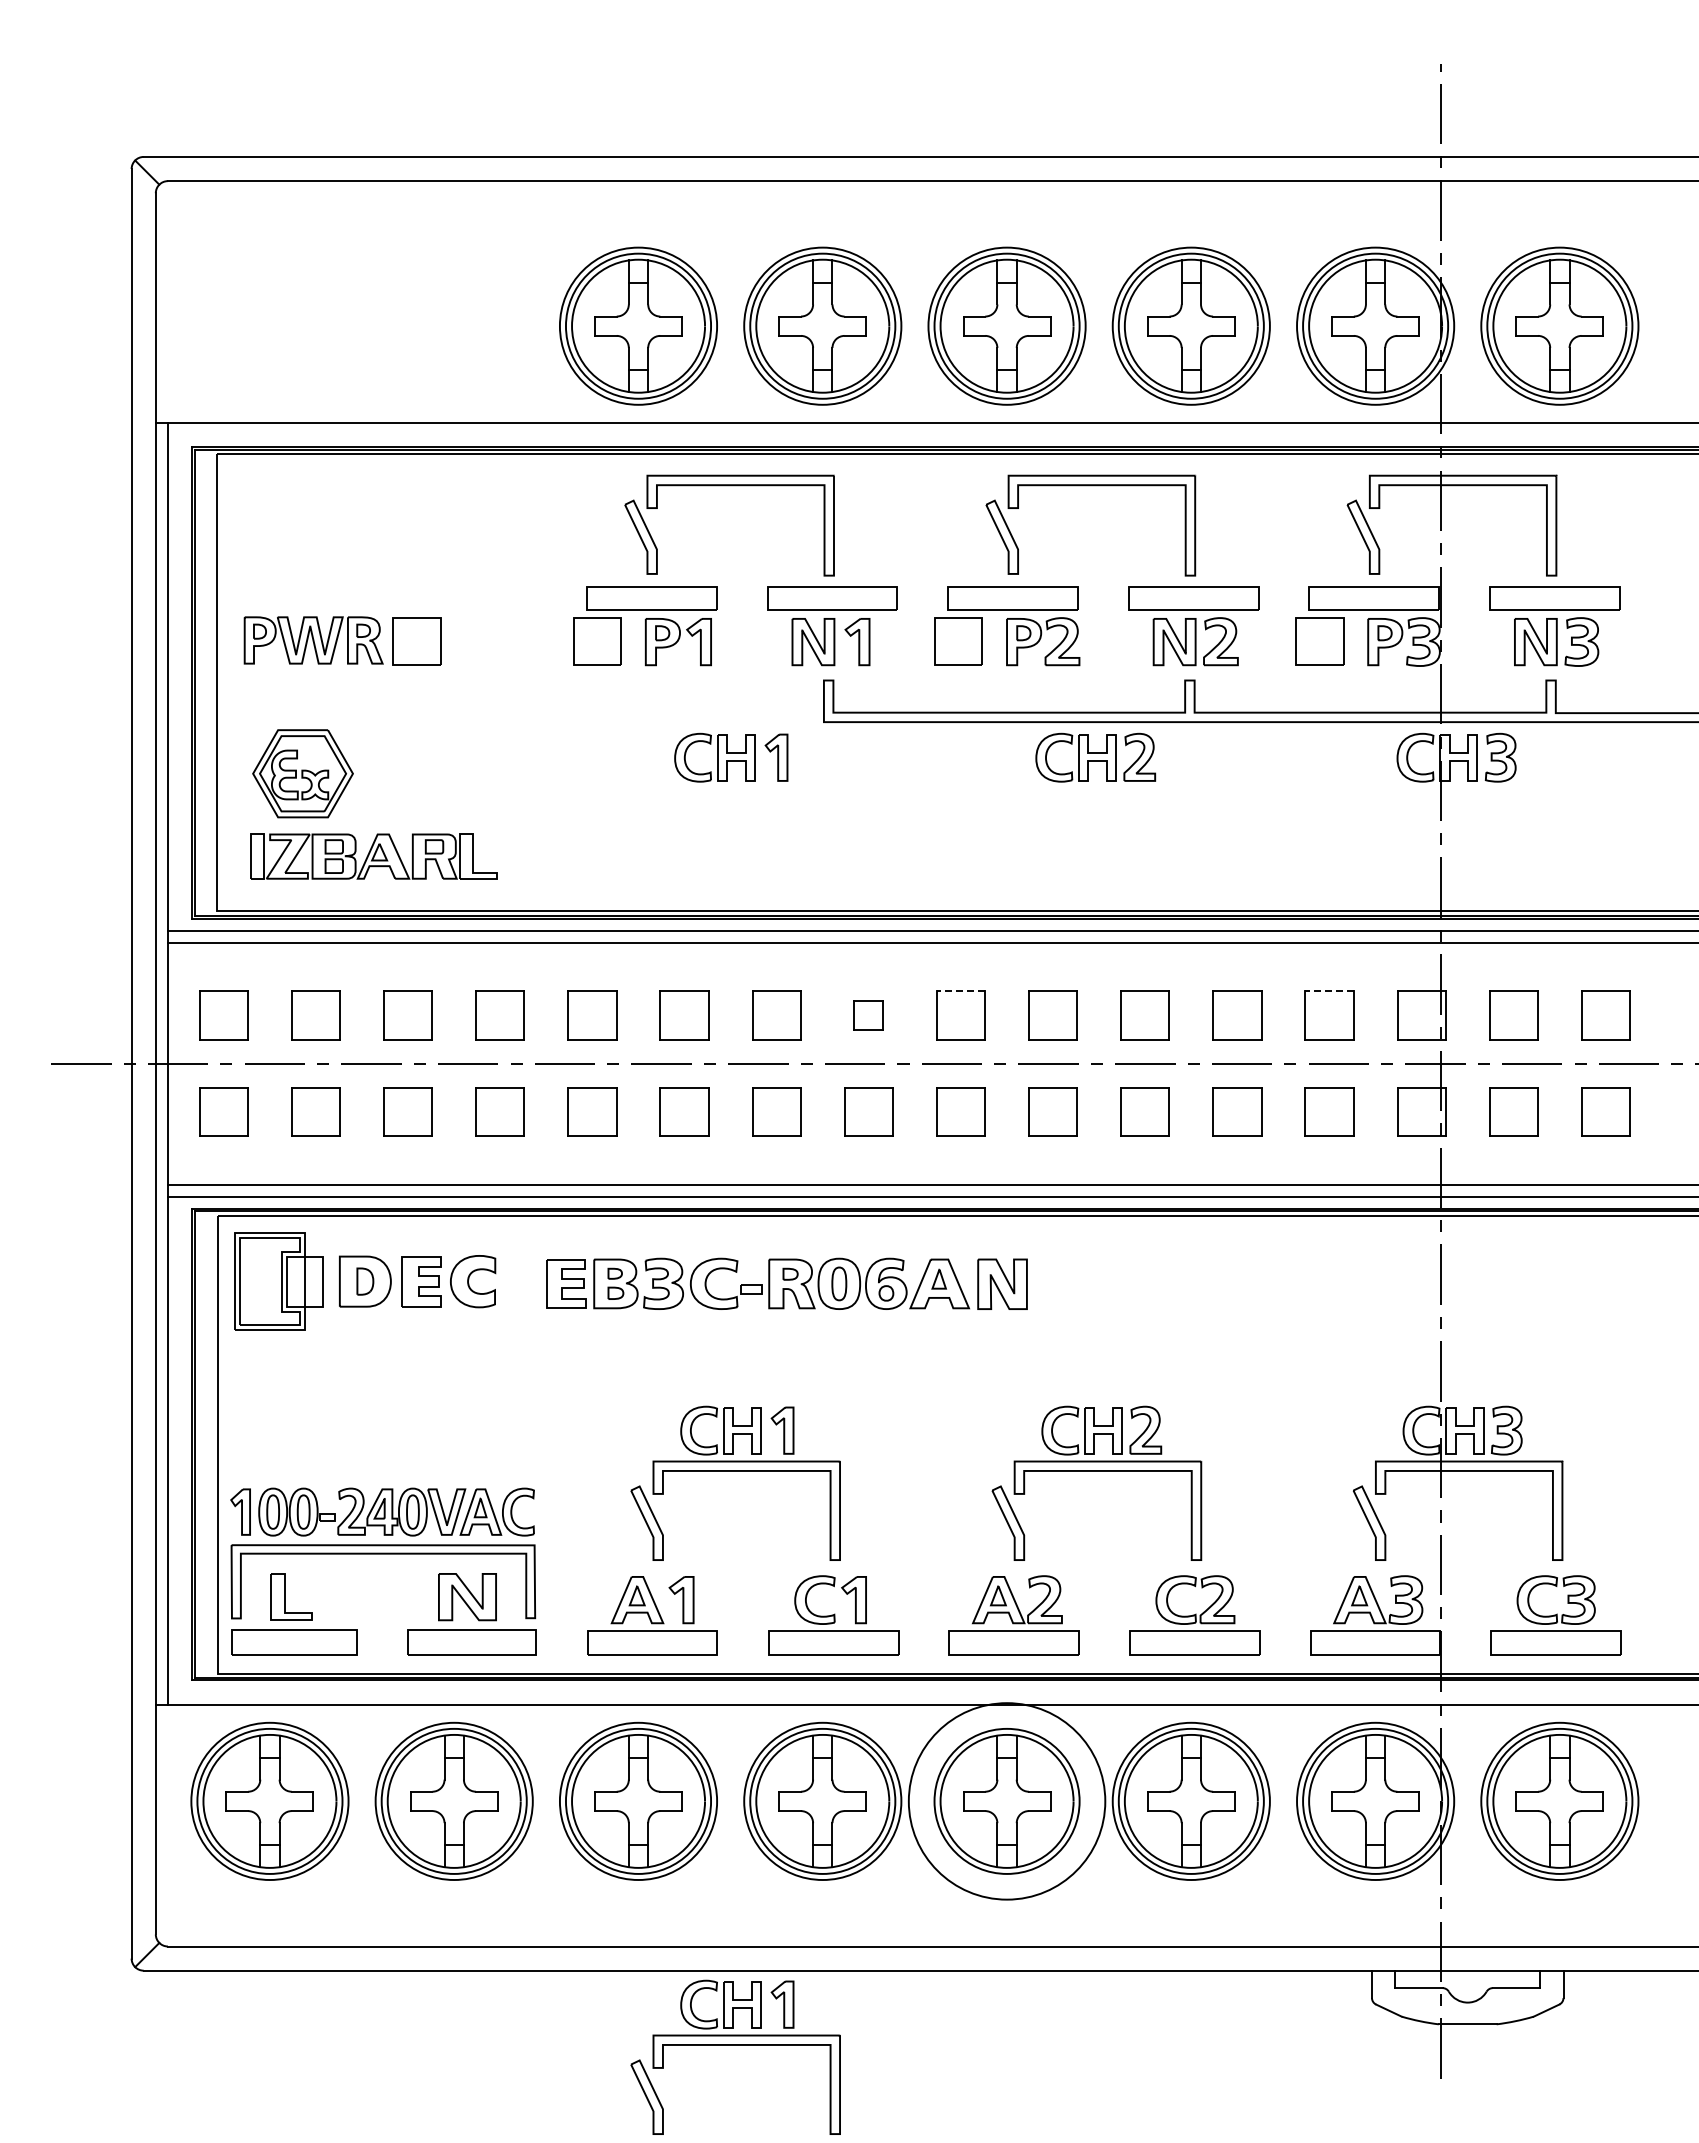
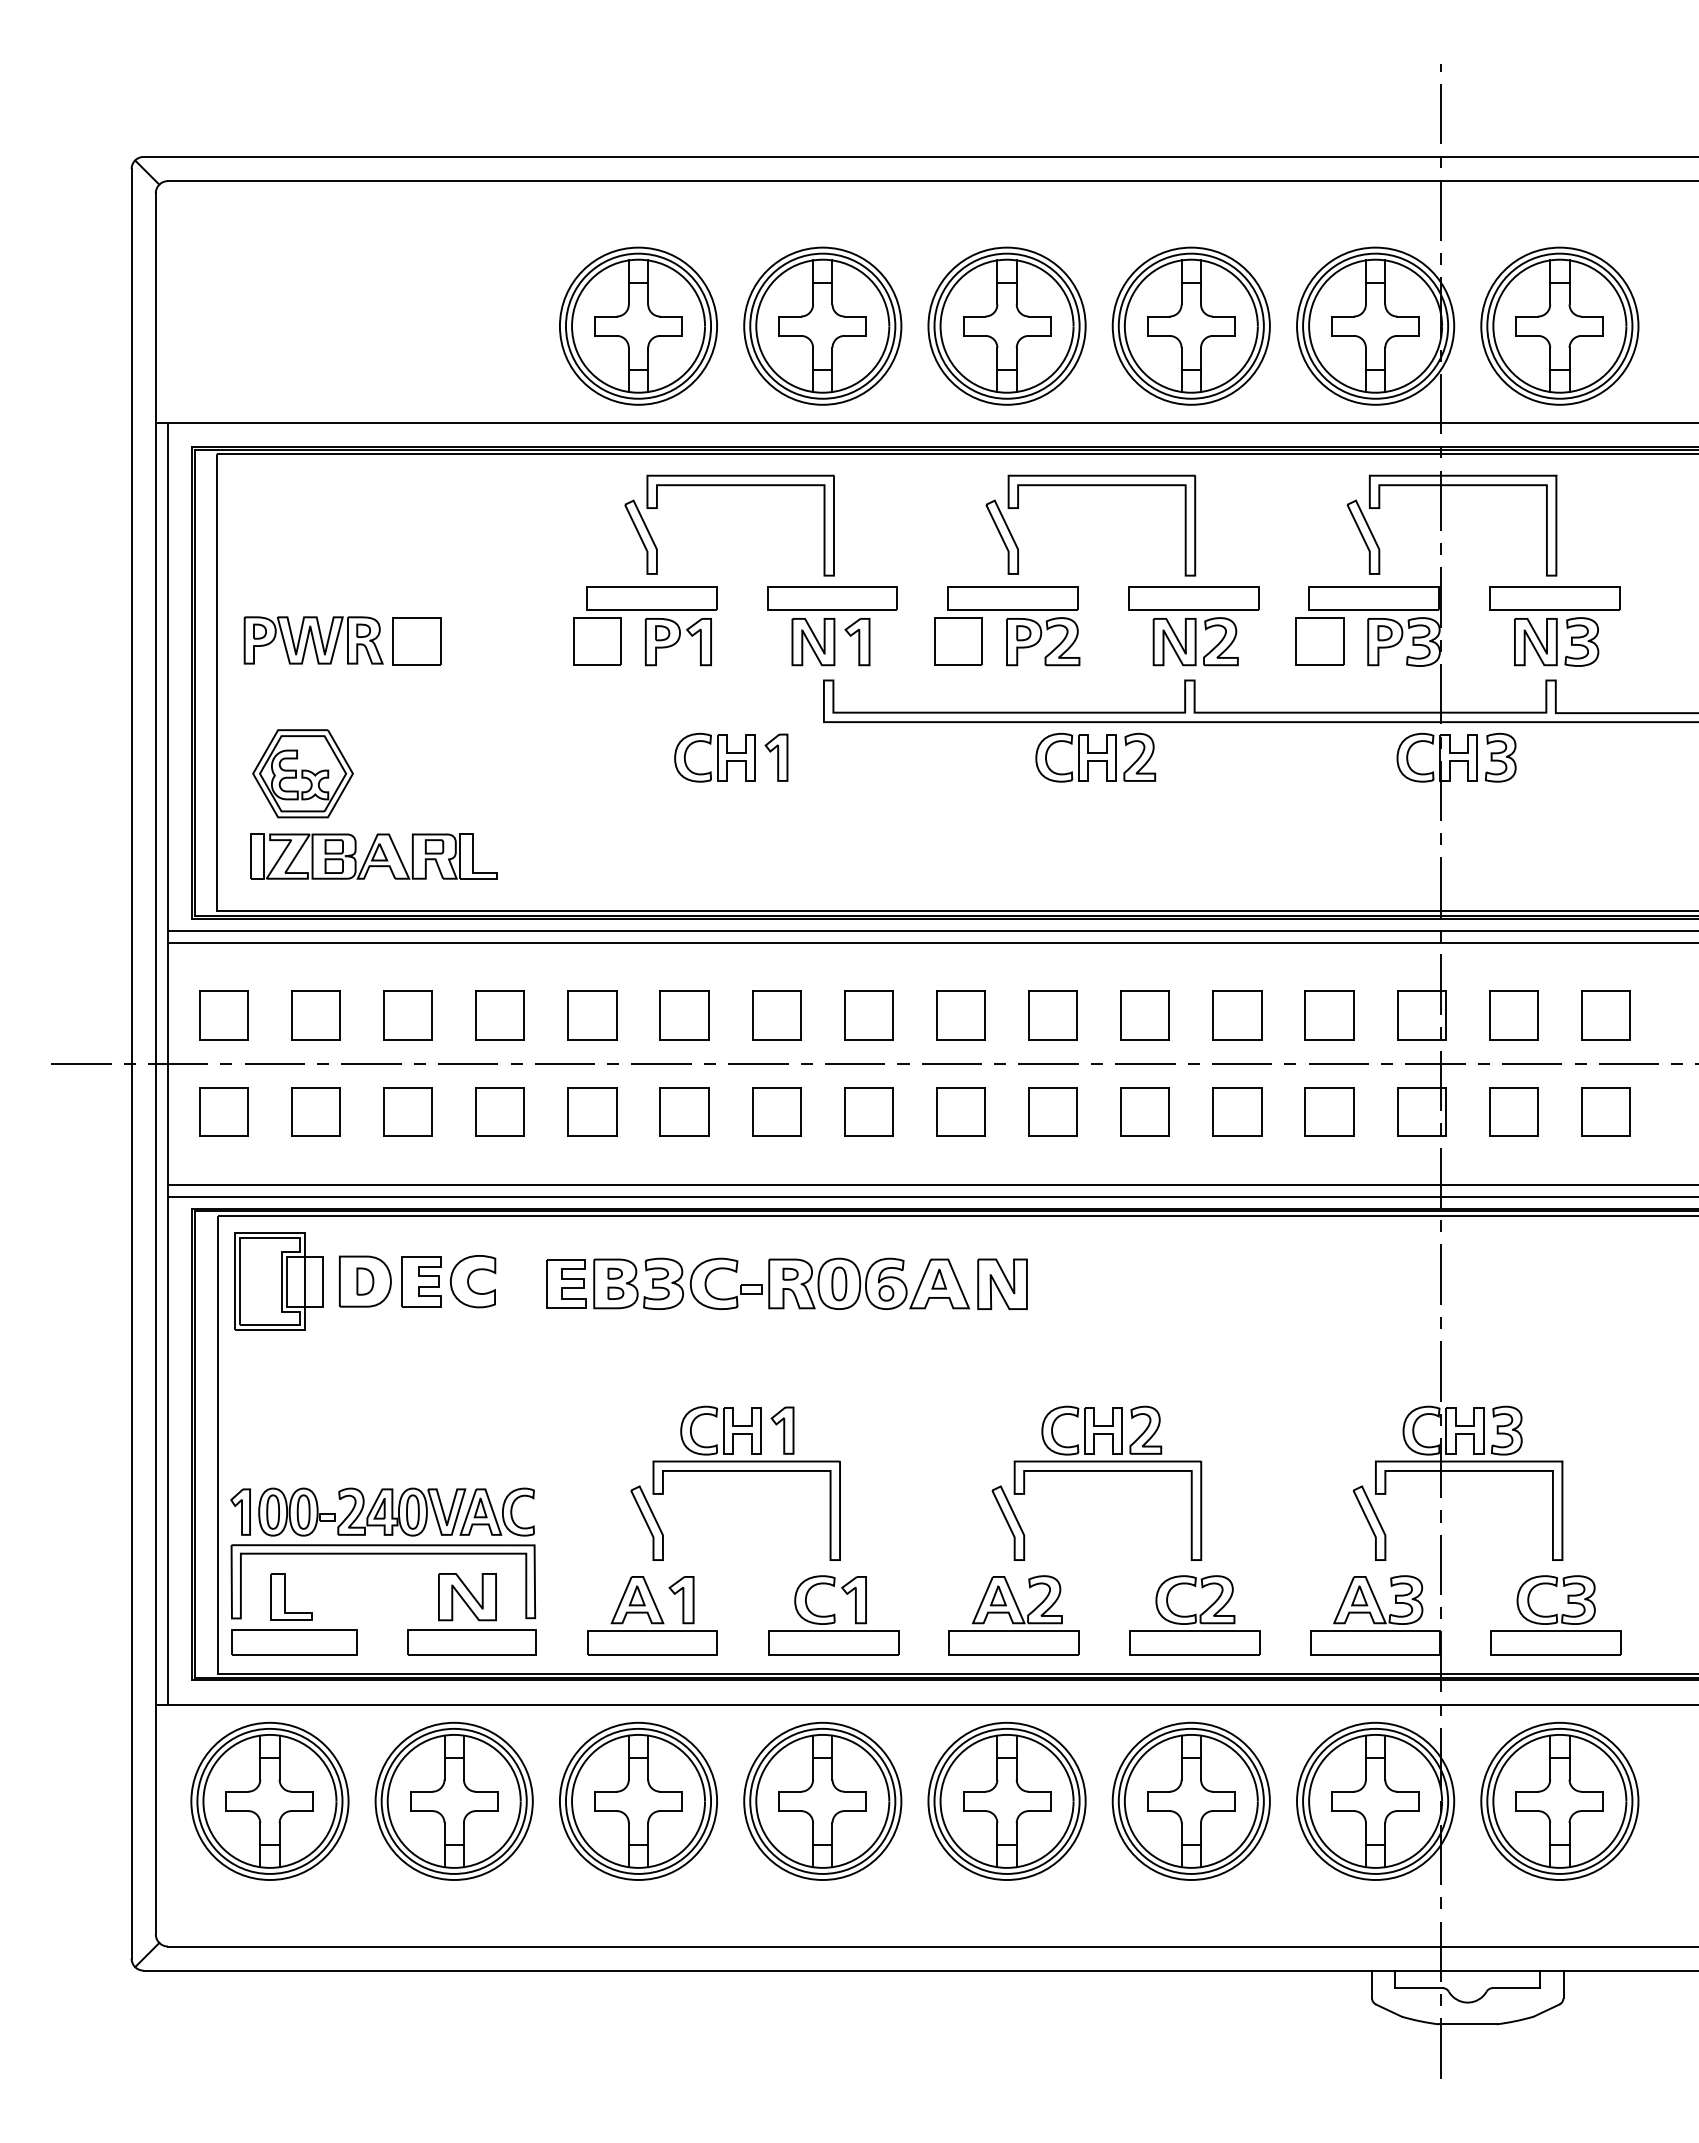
line at (960, 991): dashed -> solid
line at (1329, 991): dashed -> solid
part at (868, 1015) size: 31x31 px -> 50x51 px
circle at (1006, 1801) diameter: 196 px -> 157 px
part at (735, 2045): present -> none
